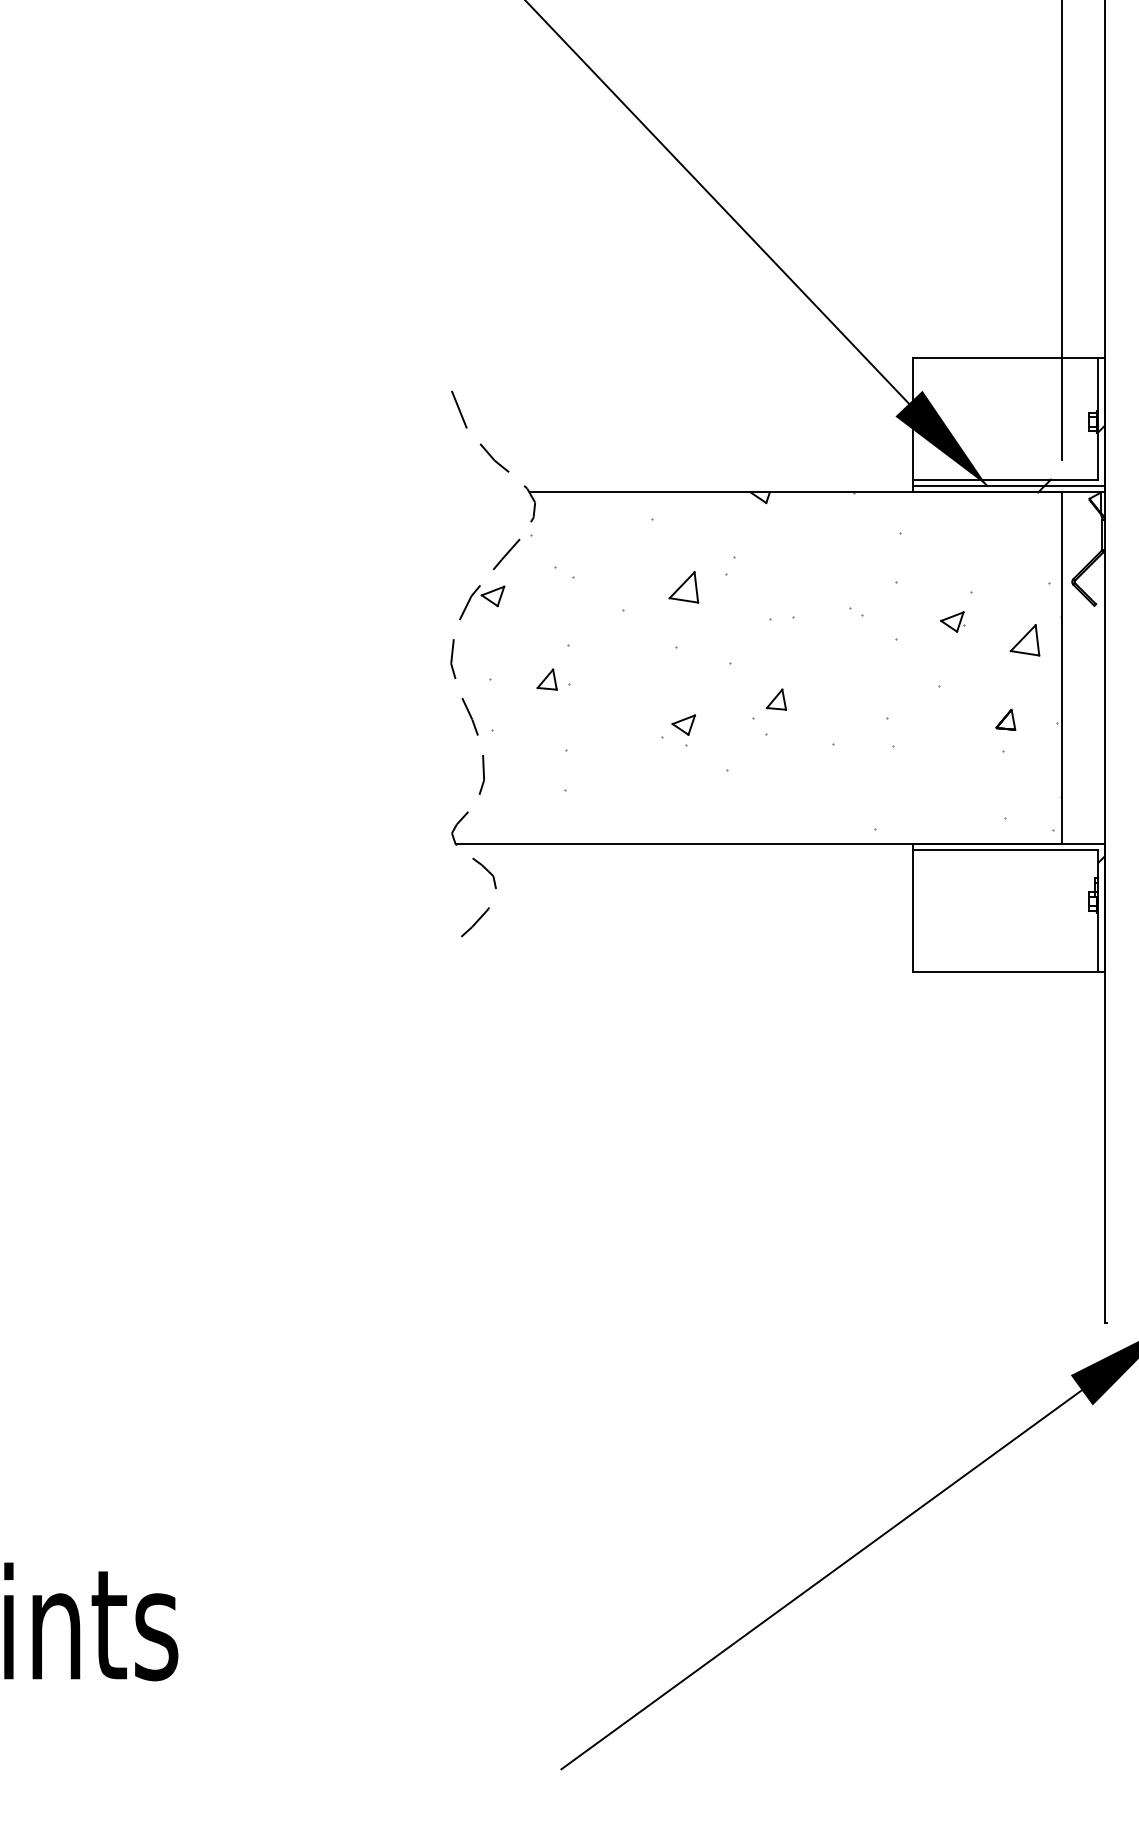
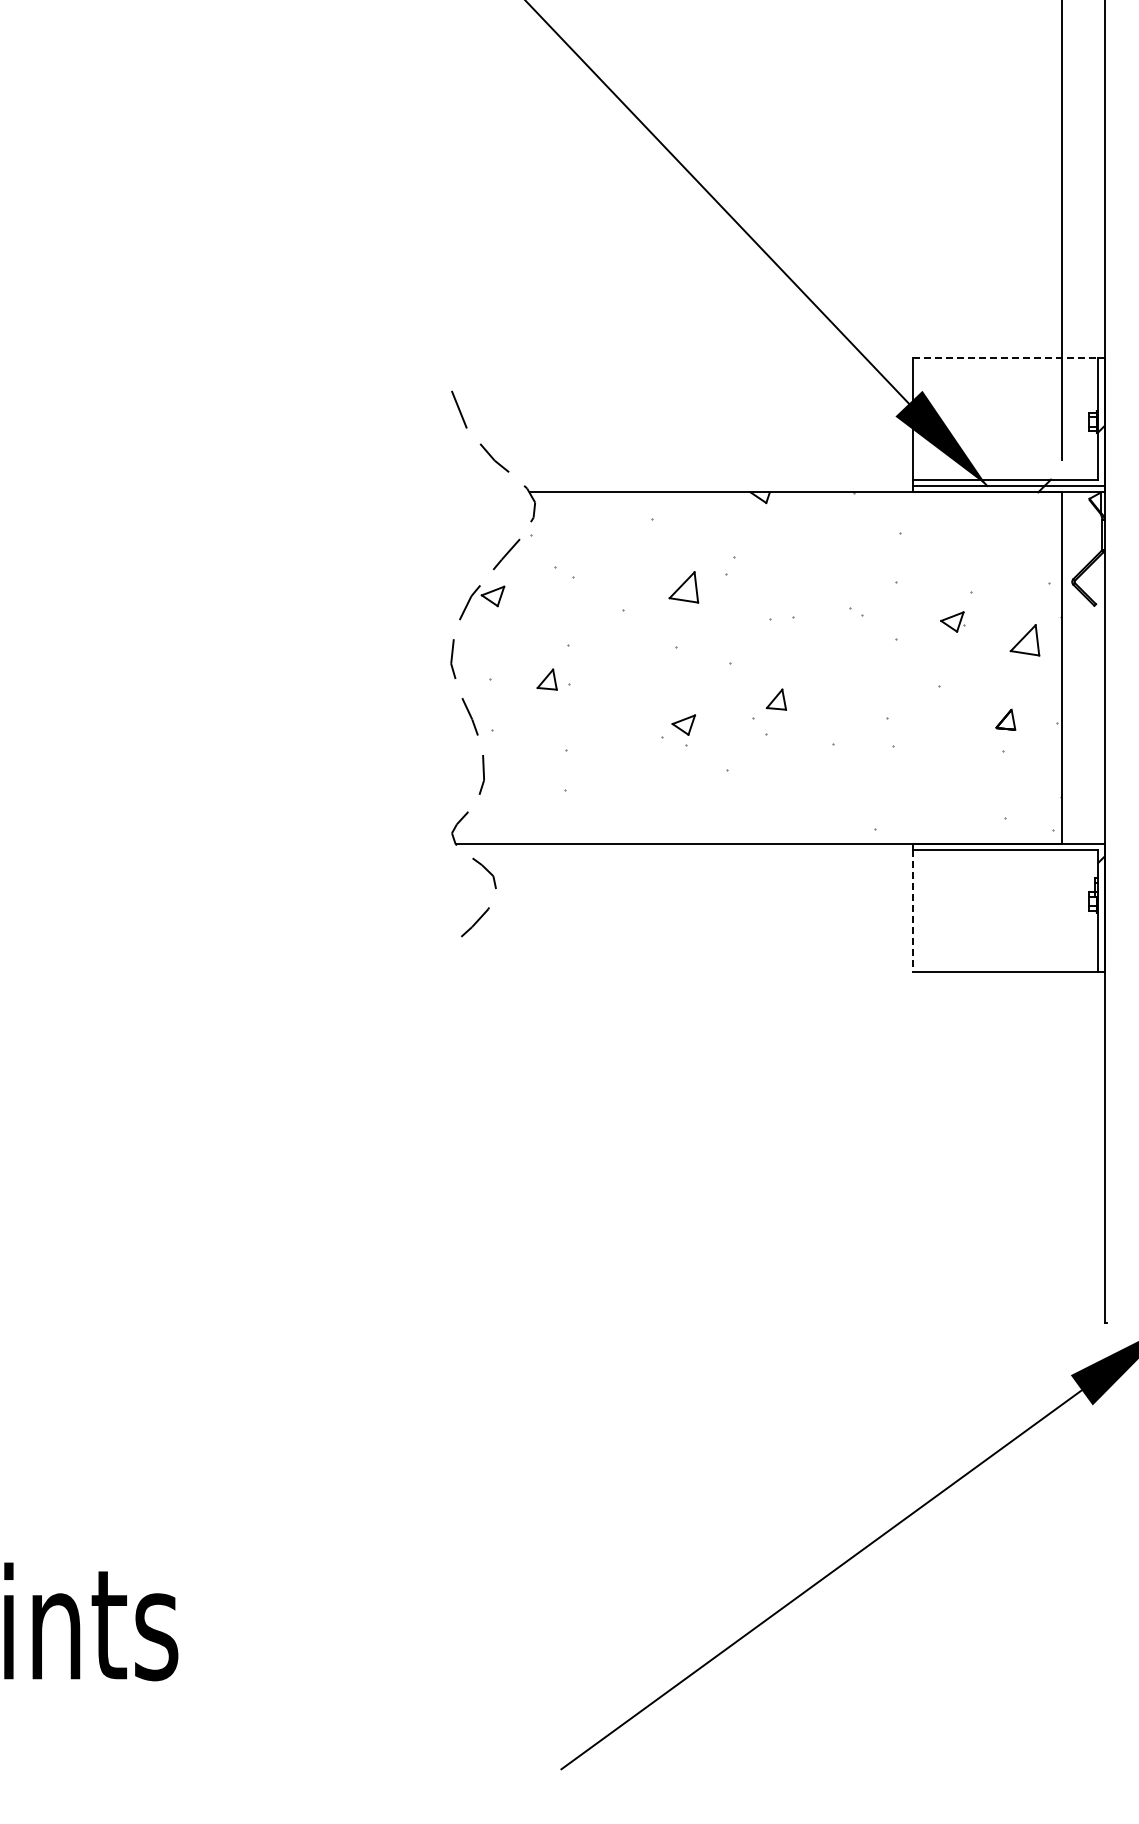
line at (1005, 358): solid -> dashed
line at (912, 911): solid -> dashed
